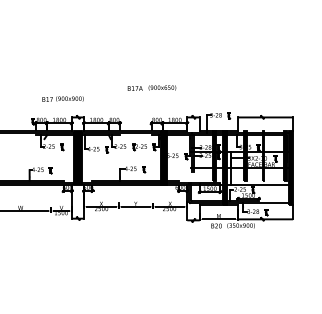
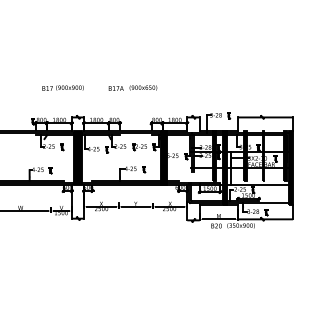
text at (151, 87) position: (151, 87) -> (132, 87)
text at (62, 98) position: (62, 98) -> (62, 87)
